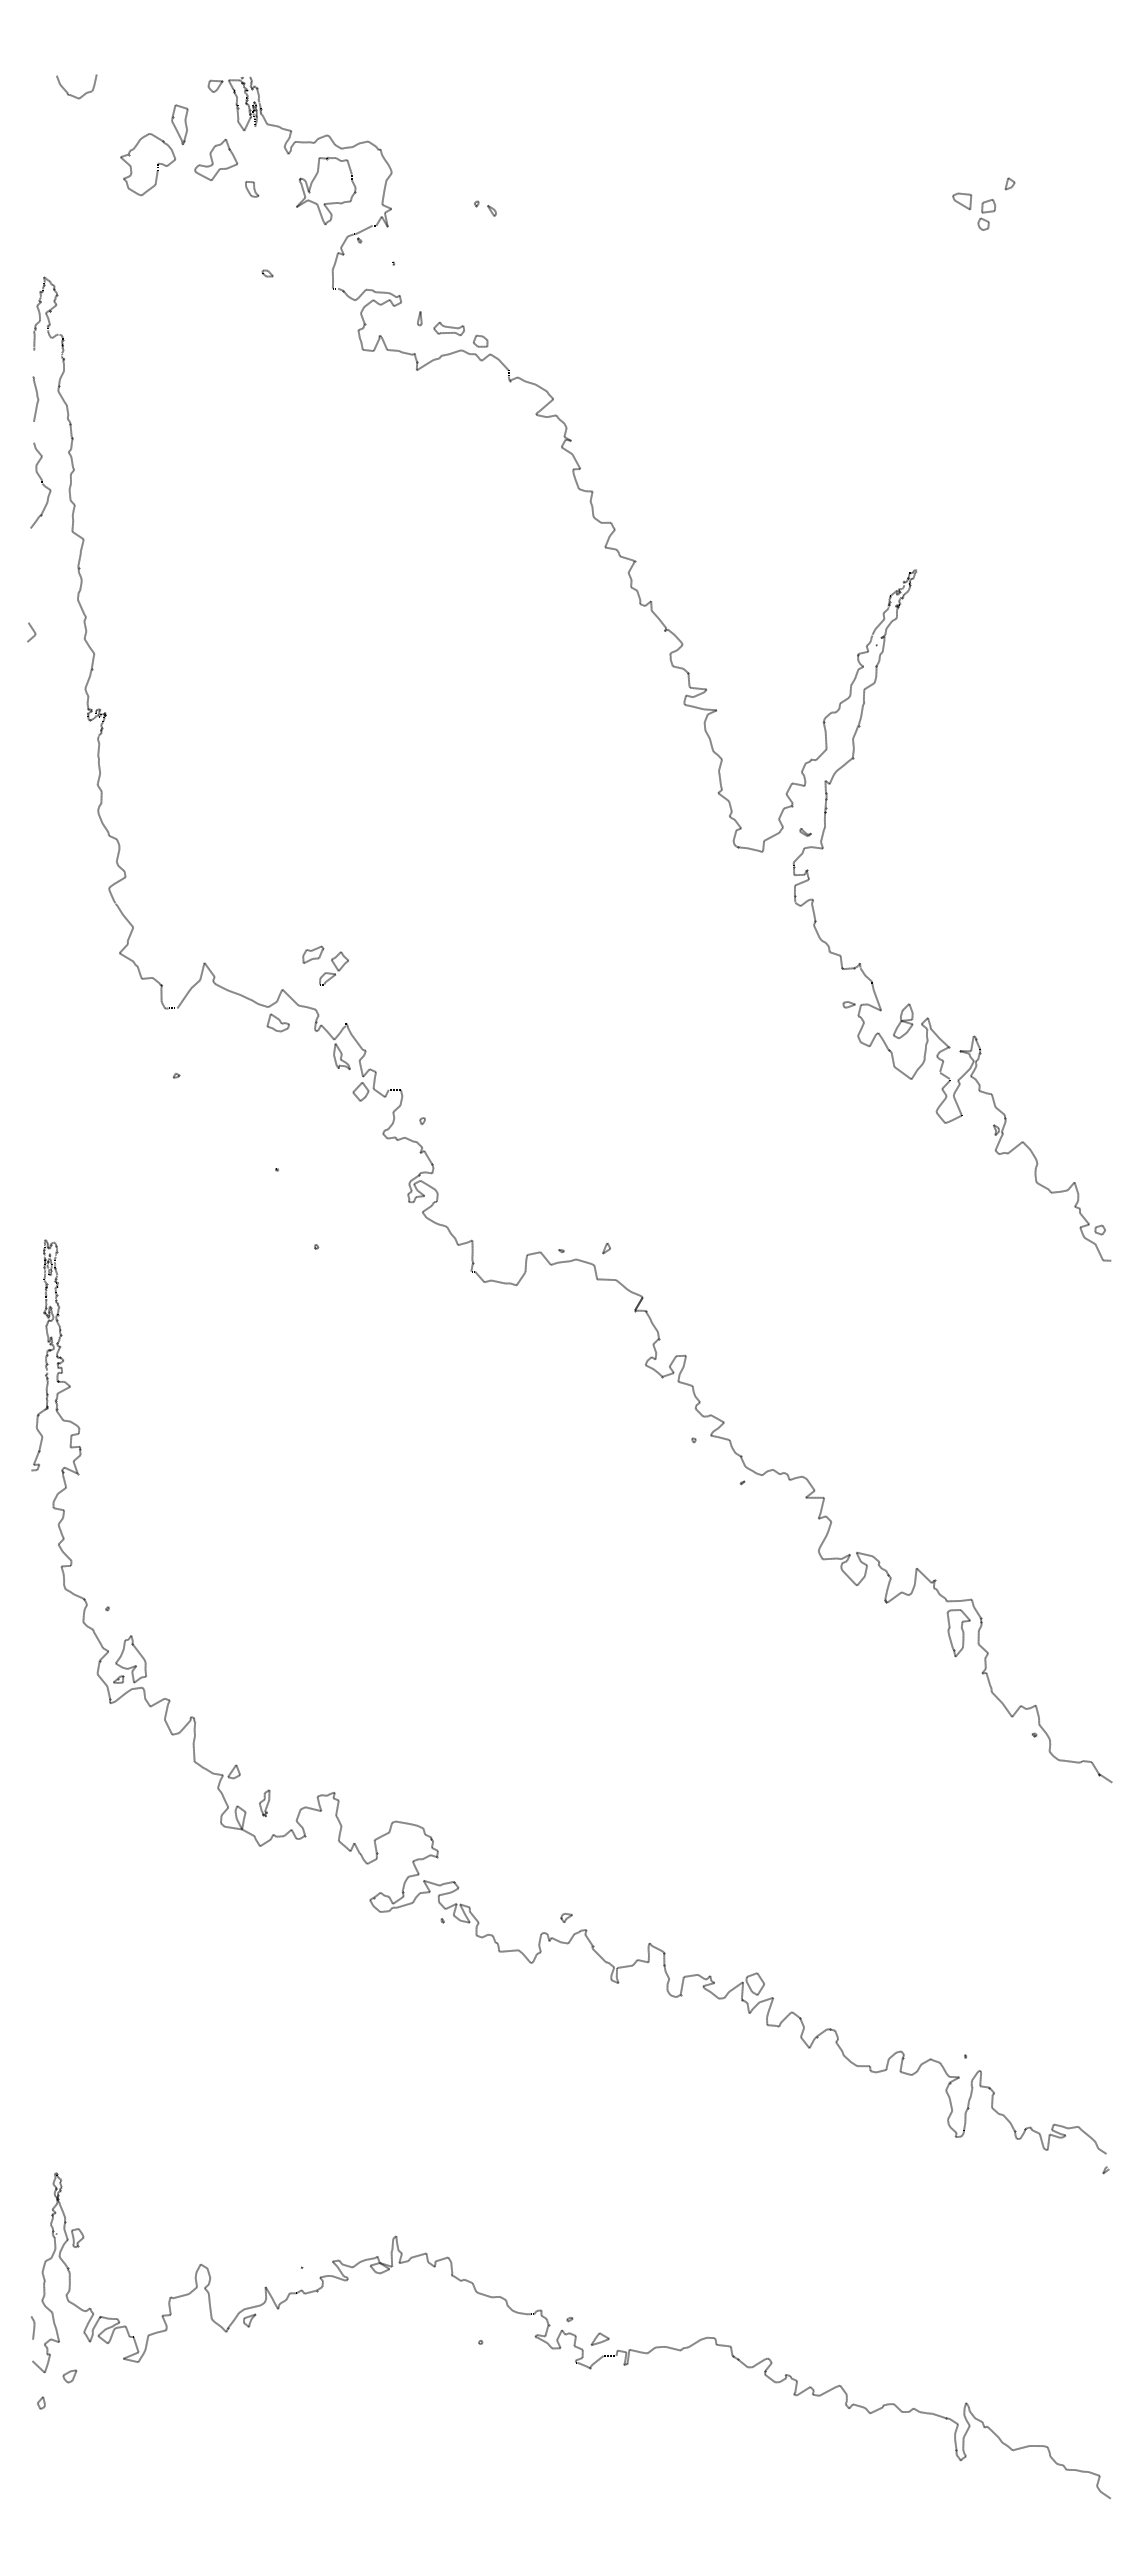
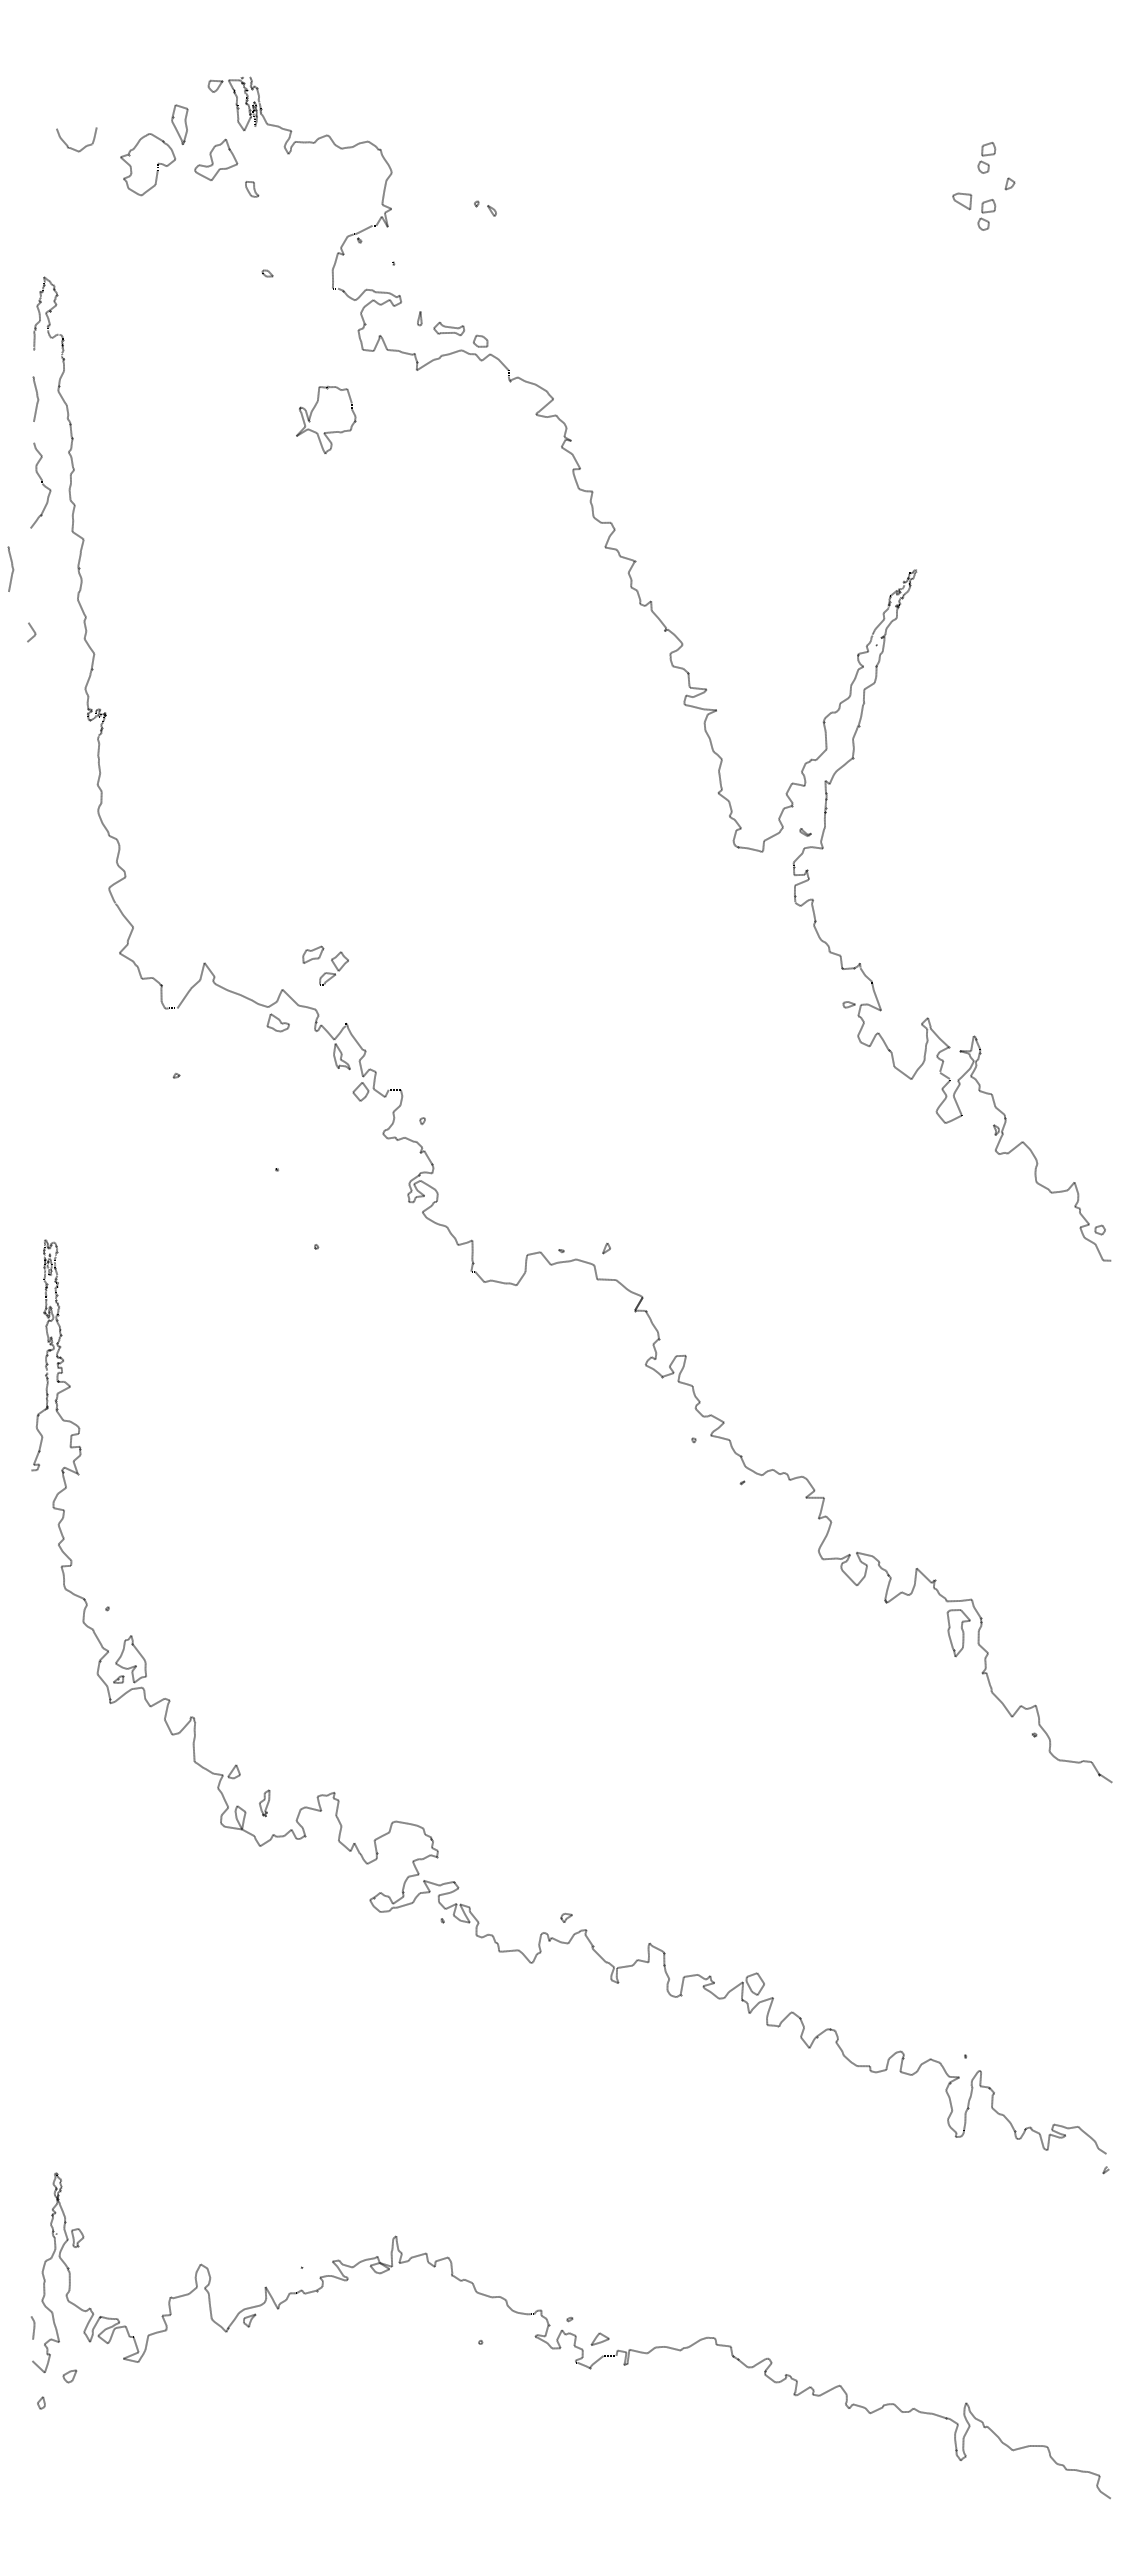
curve at (74, 95) position: (74, 95) -> (74, 148)
part at (986, 157): none -> present
part at (328, 202) position: (328, 202) -> (328, 431)
curve at (11, 567): none -> present
part at (903, 1020): present -> none
